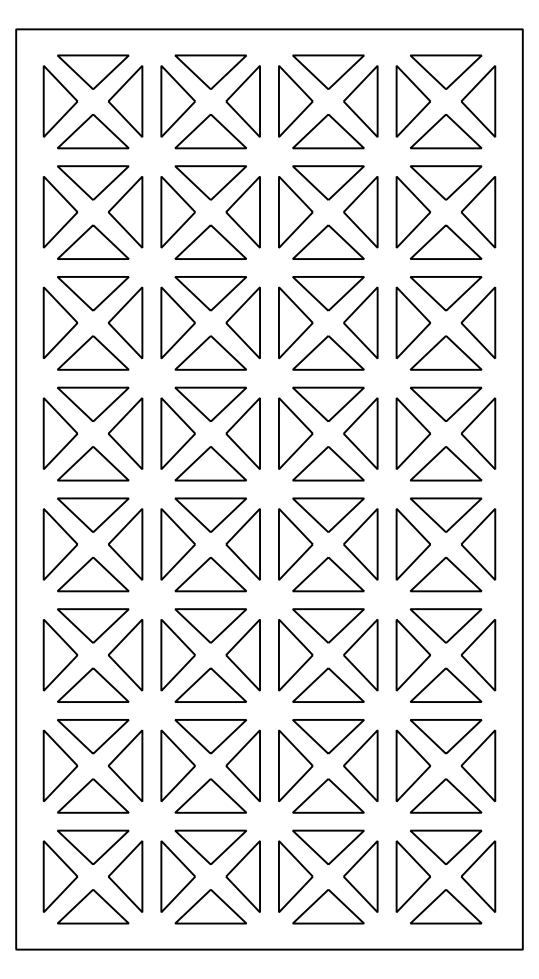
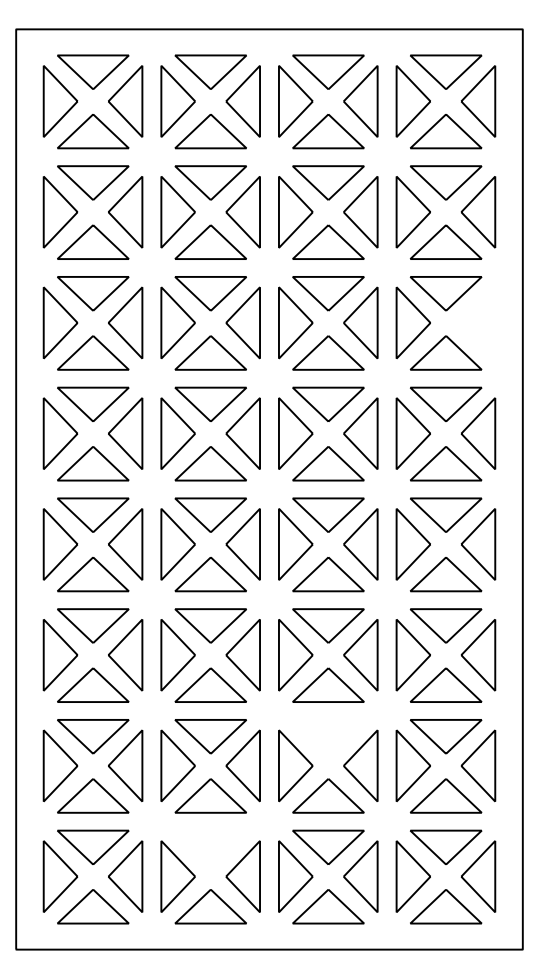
part at (478, 322): present -> none
part at (328, 736): present -> none
part at (210, 846): present -> none
